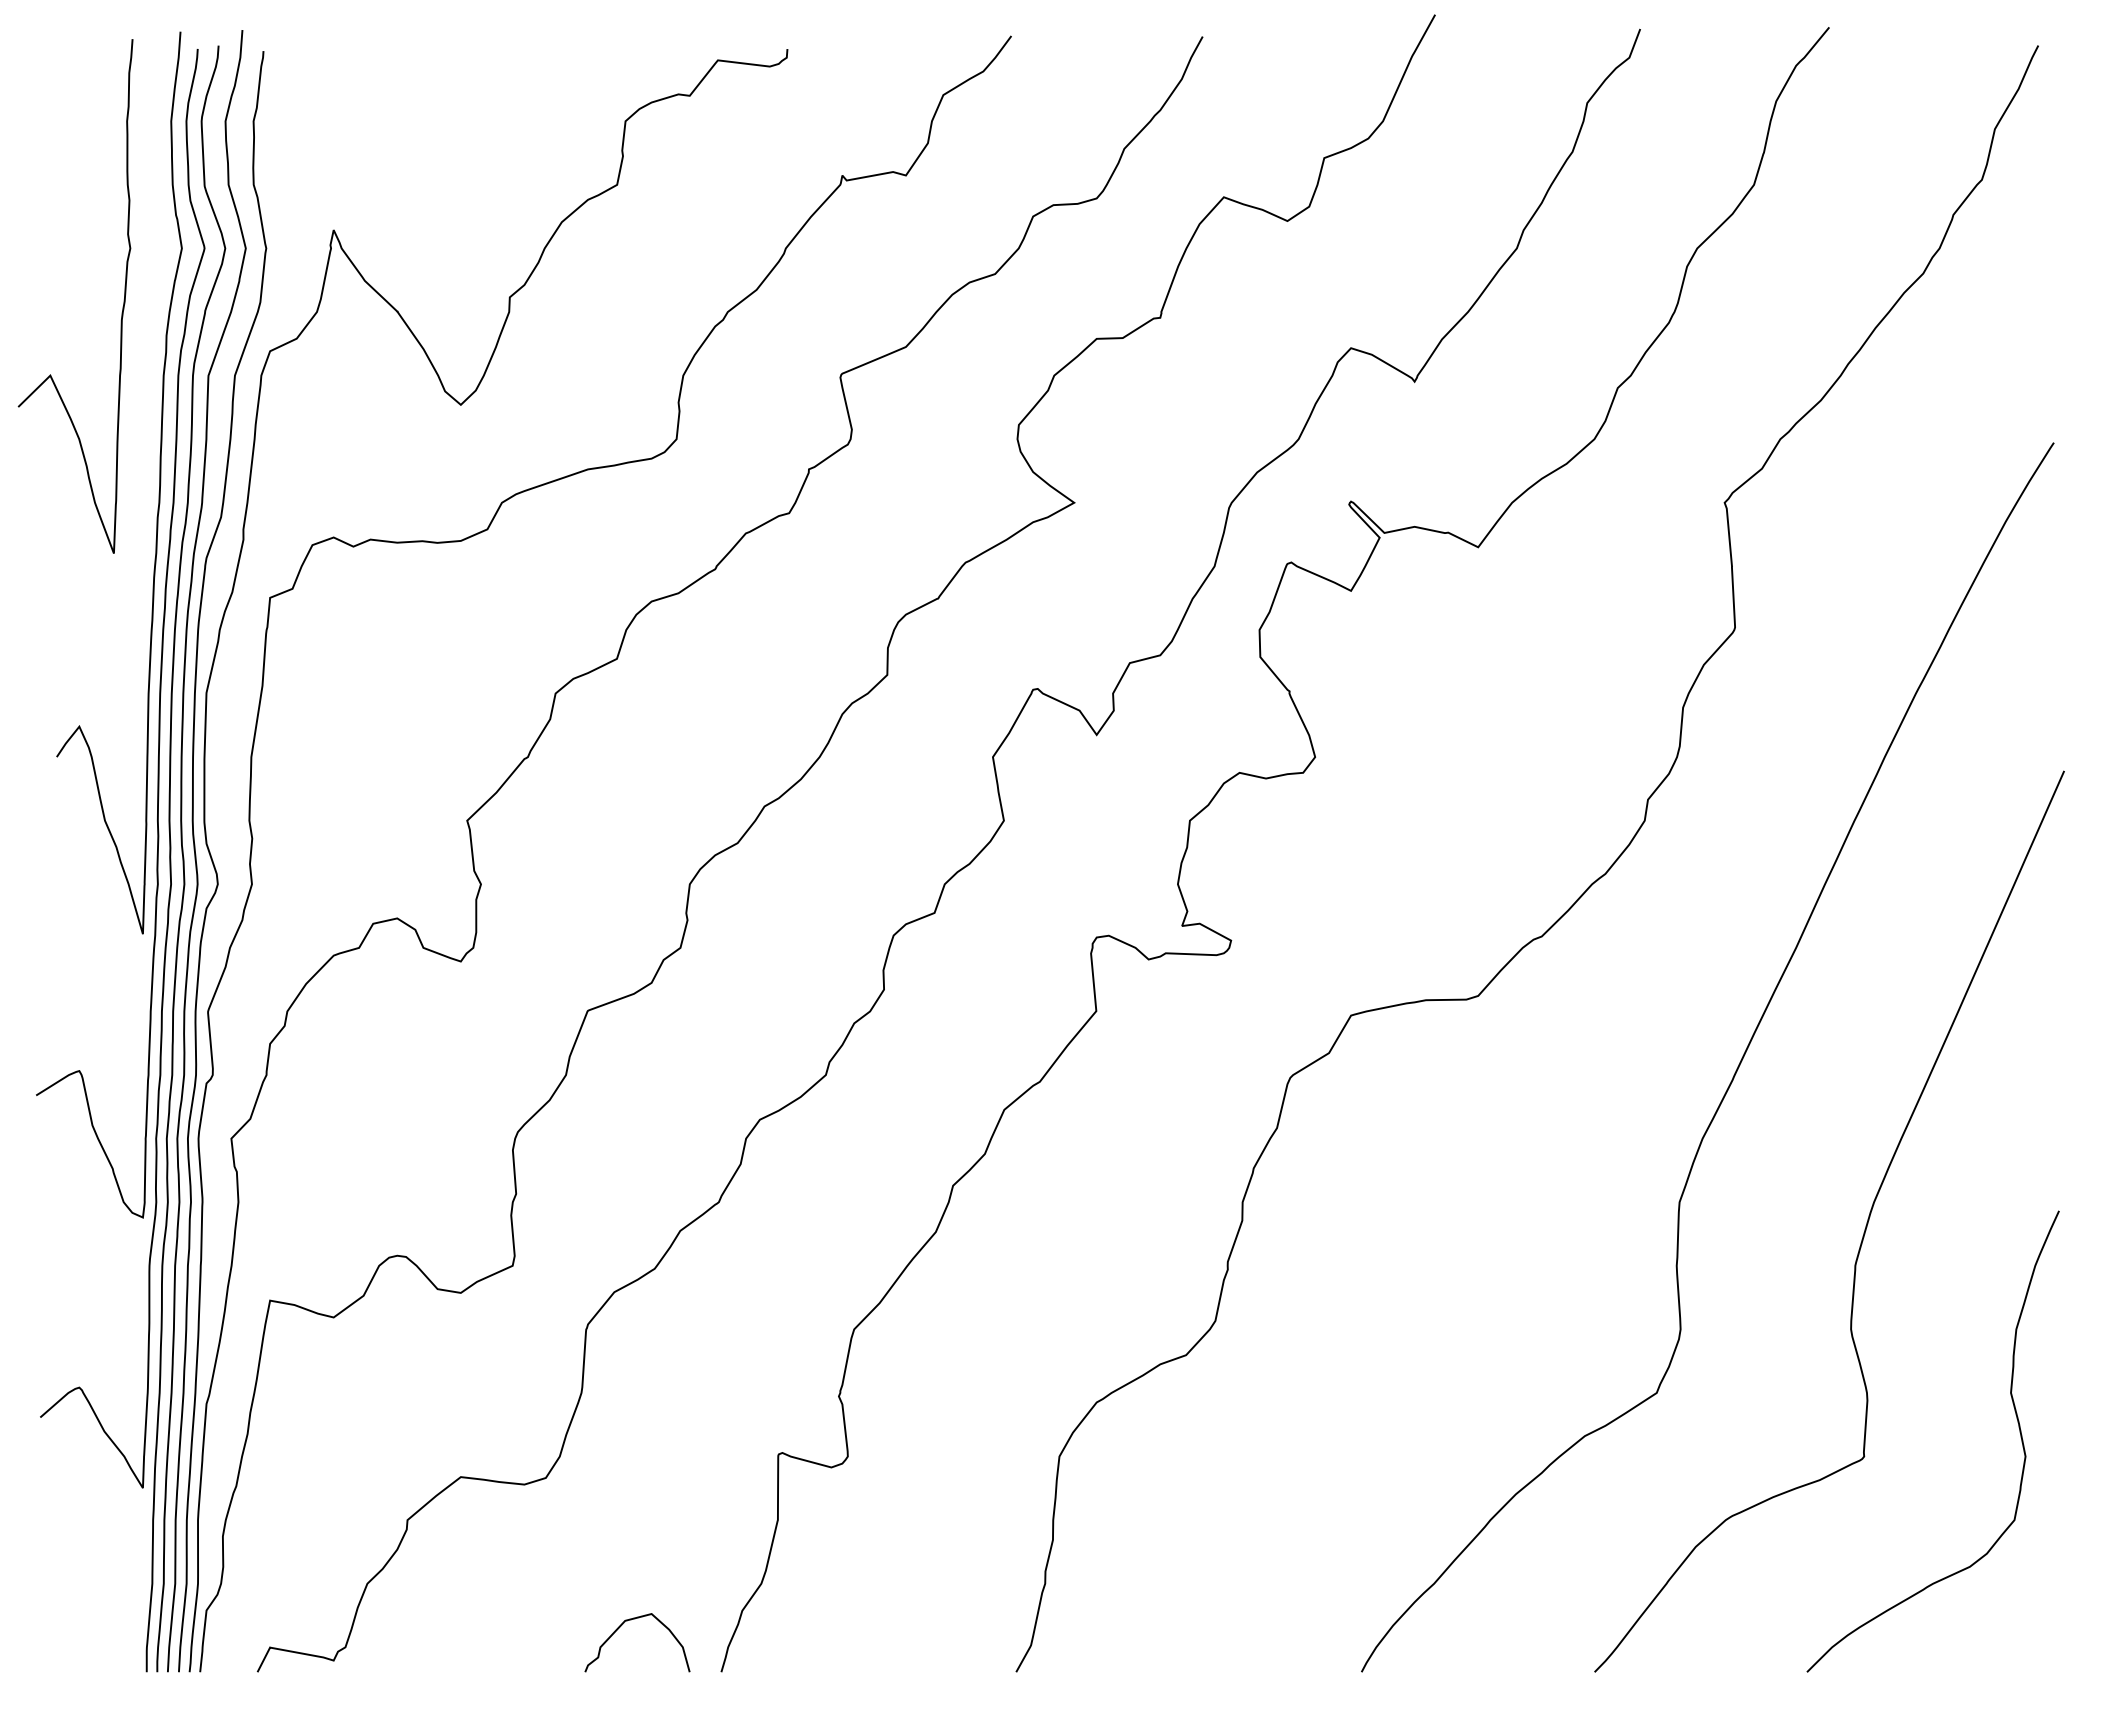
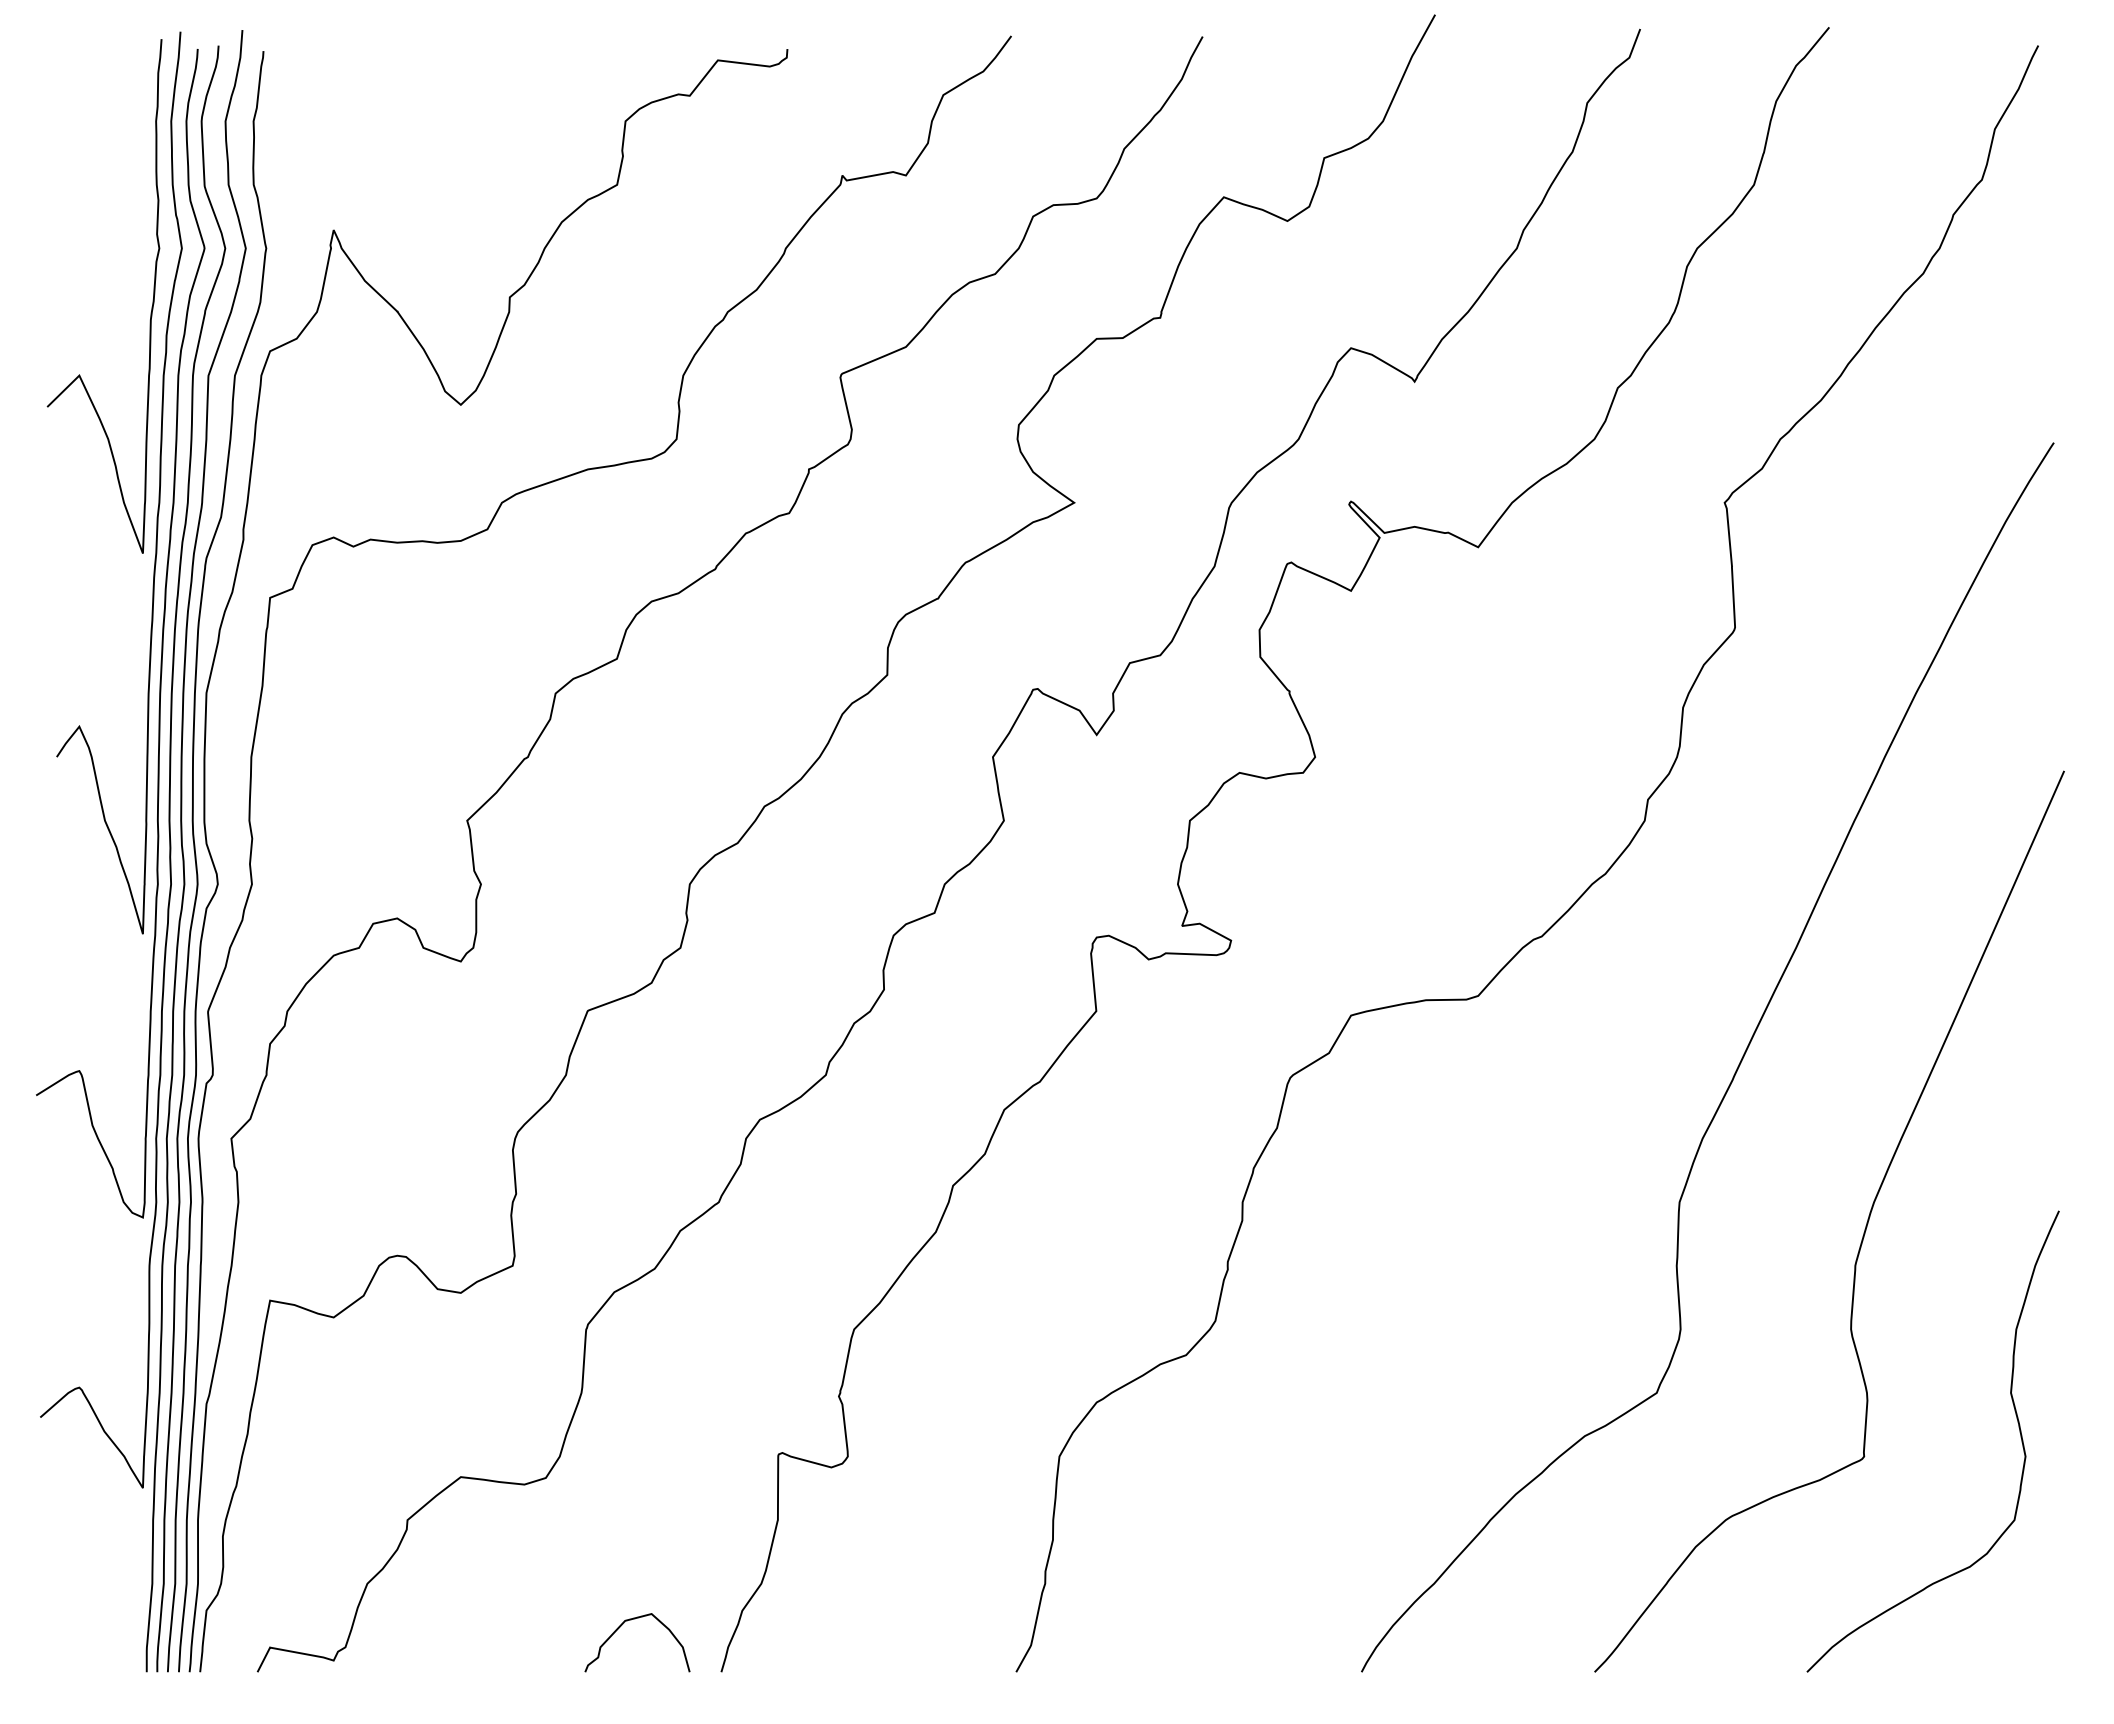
curve at (122, 306) position: (122, 306) -> (151, 306)
